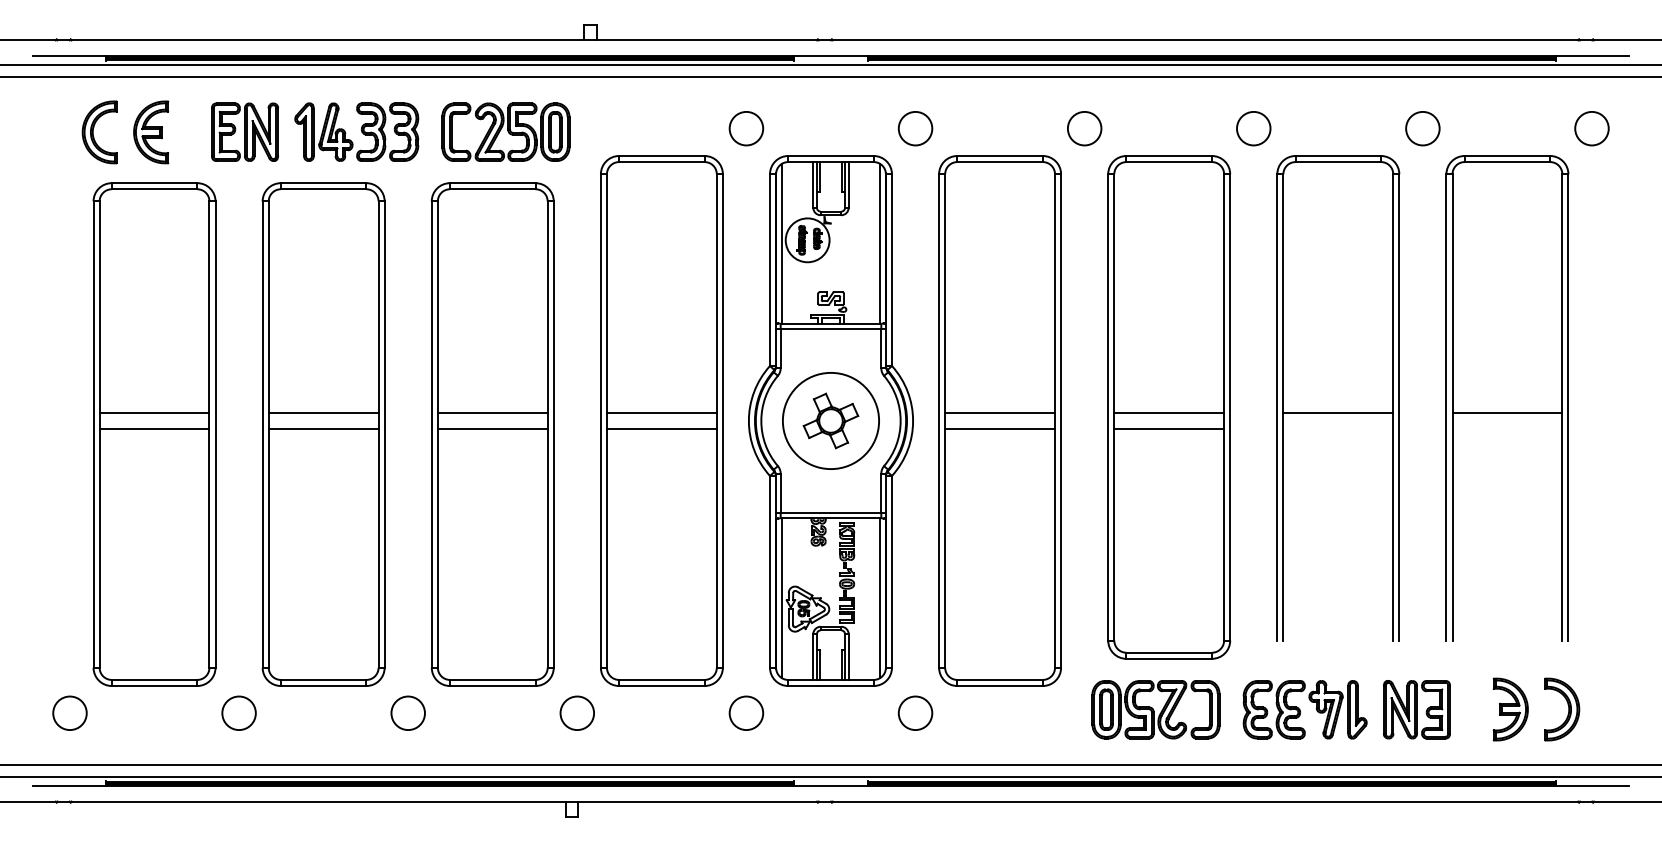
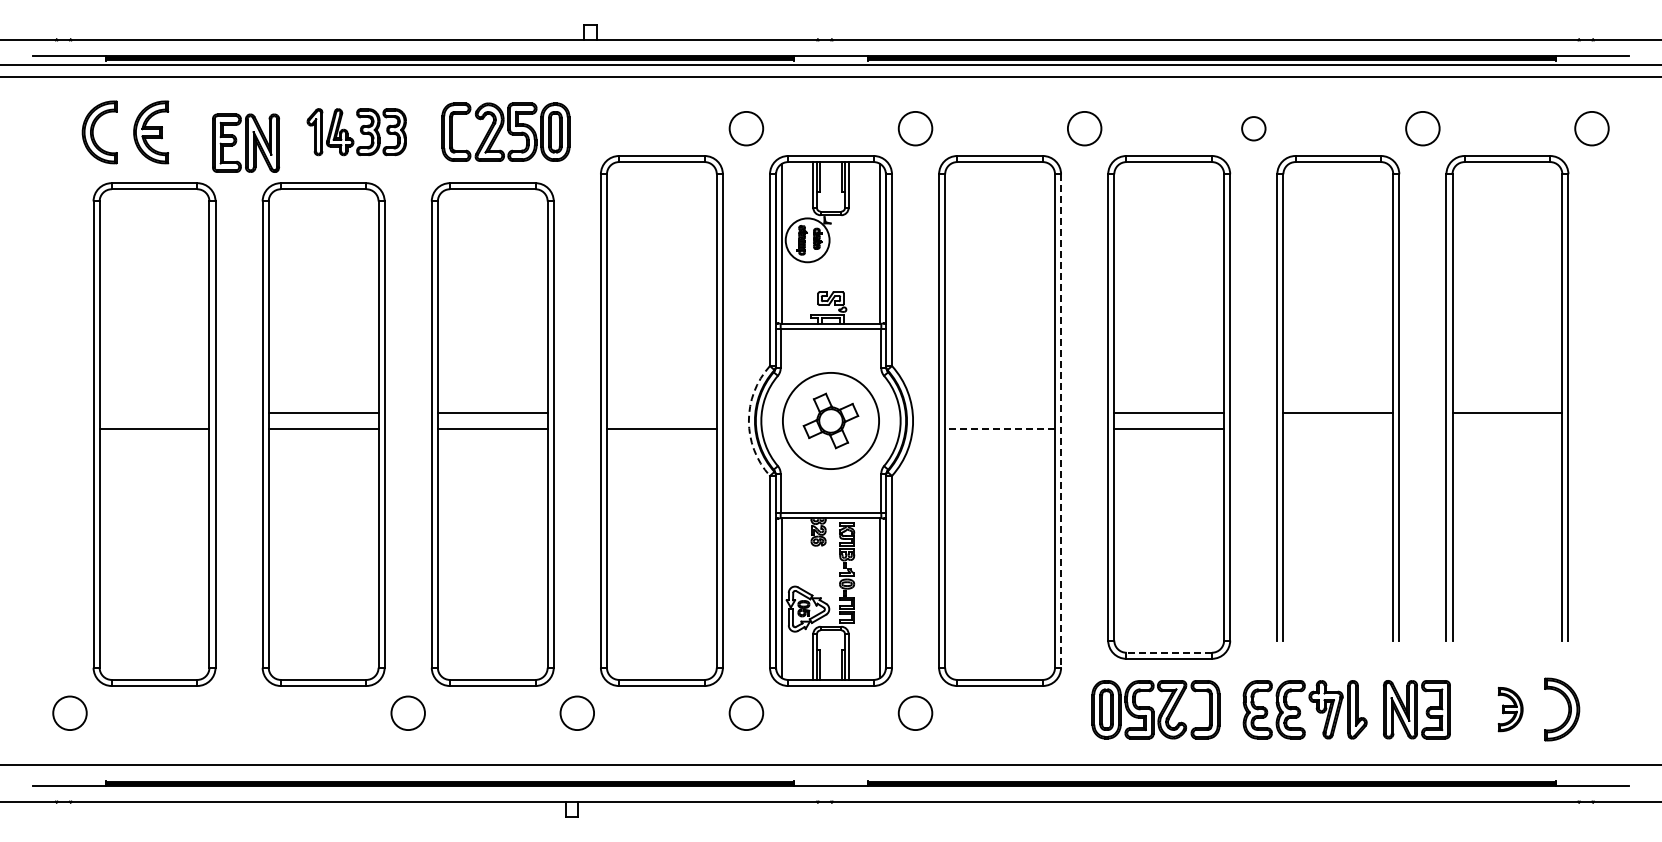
circle at (1253, 128) size: 36x36 px -> 26x26 px
part at (244, 131) position: (244, 131) -> (245, 142)
part at (356, 131) size: 126x60 px -> 101x49 px
line at (154, 413): present -> none
line at (661, 413): present -> none
line at (1000, 413): present -> none
arc at (748, 420): solid -> dashed
line at (1061, 421): solid -> dashed
line at (1000, 428): solid -> dashed
line at (1169, 652): solid -> dashed
part at (1510, 709) size: 37x65 px -> 27x46 px
circle at (238, 712): present -> none
line at (830, 777): present -> none
